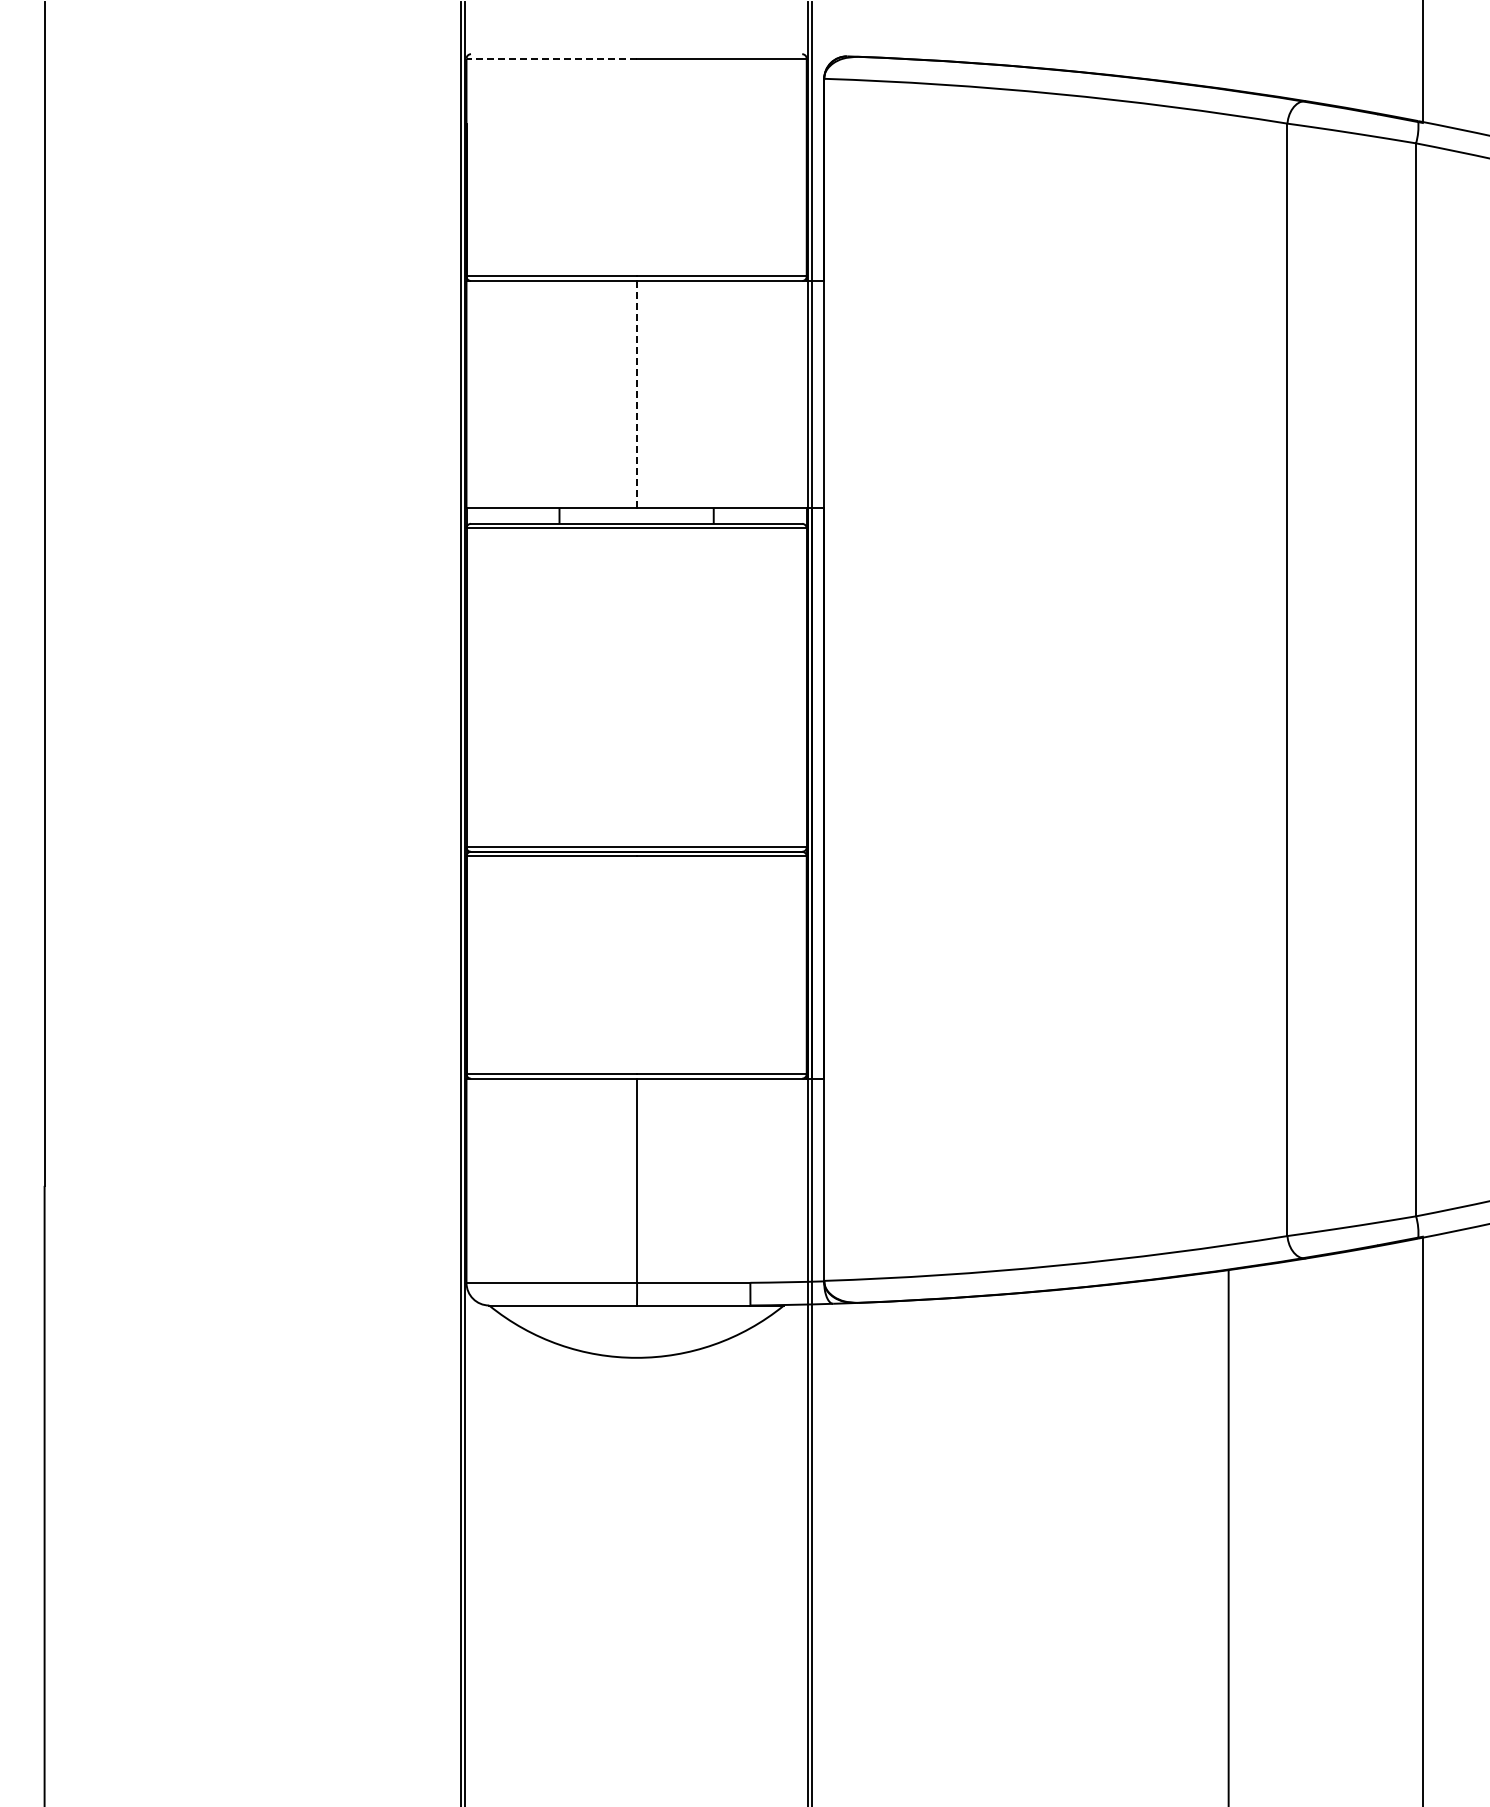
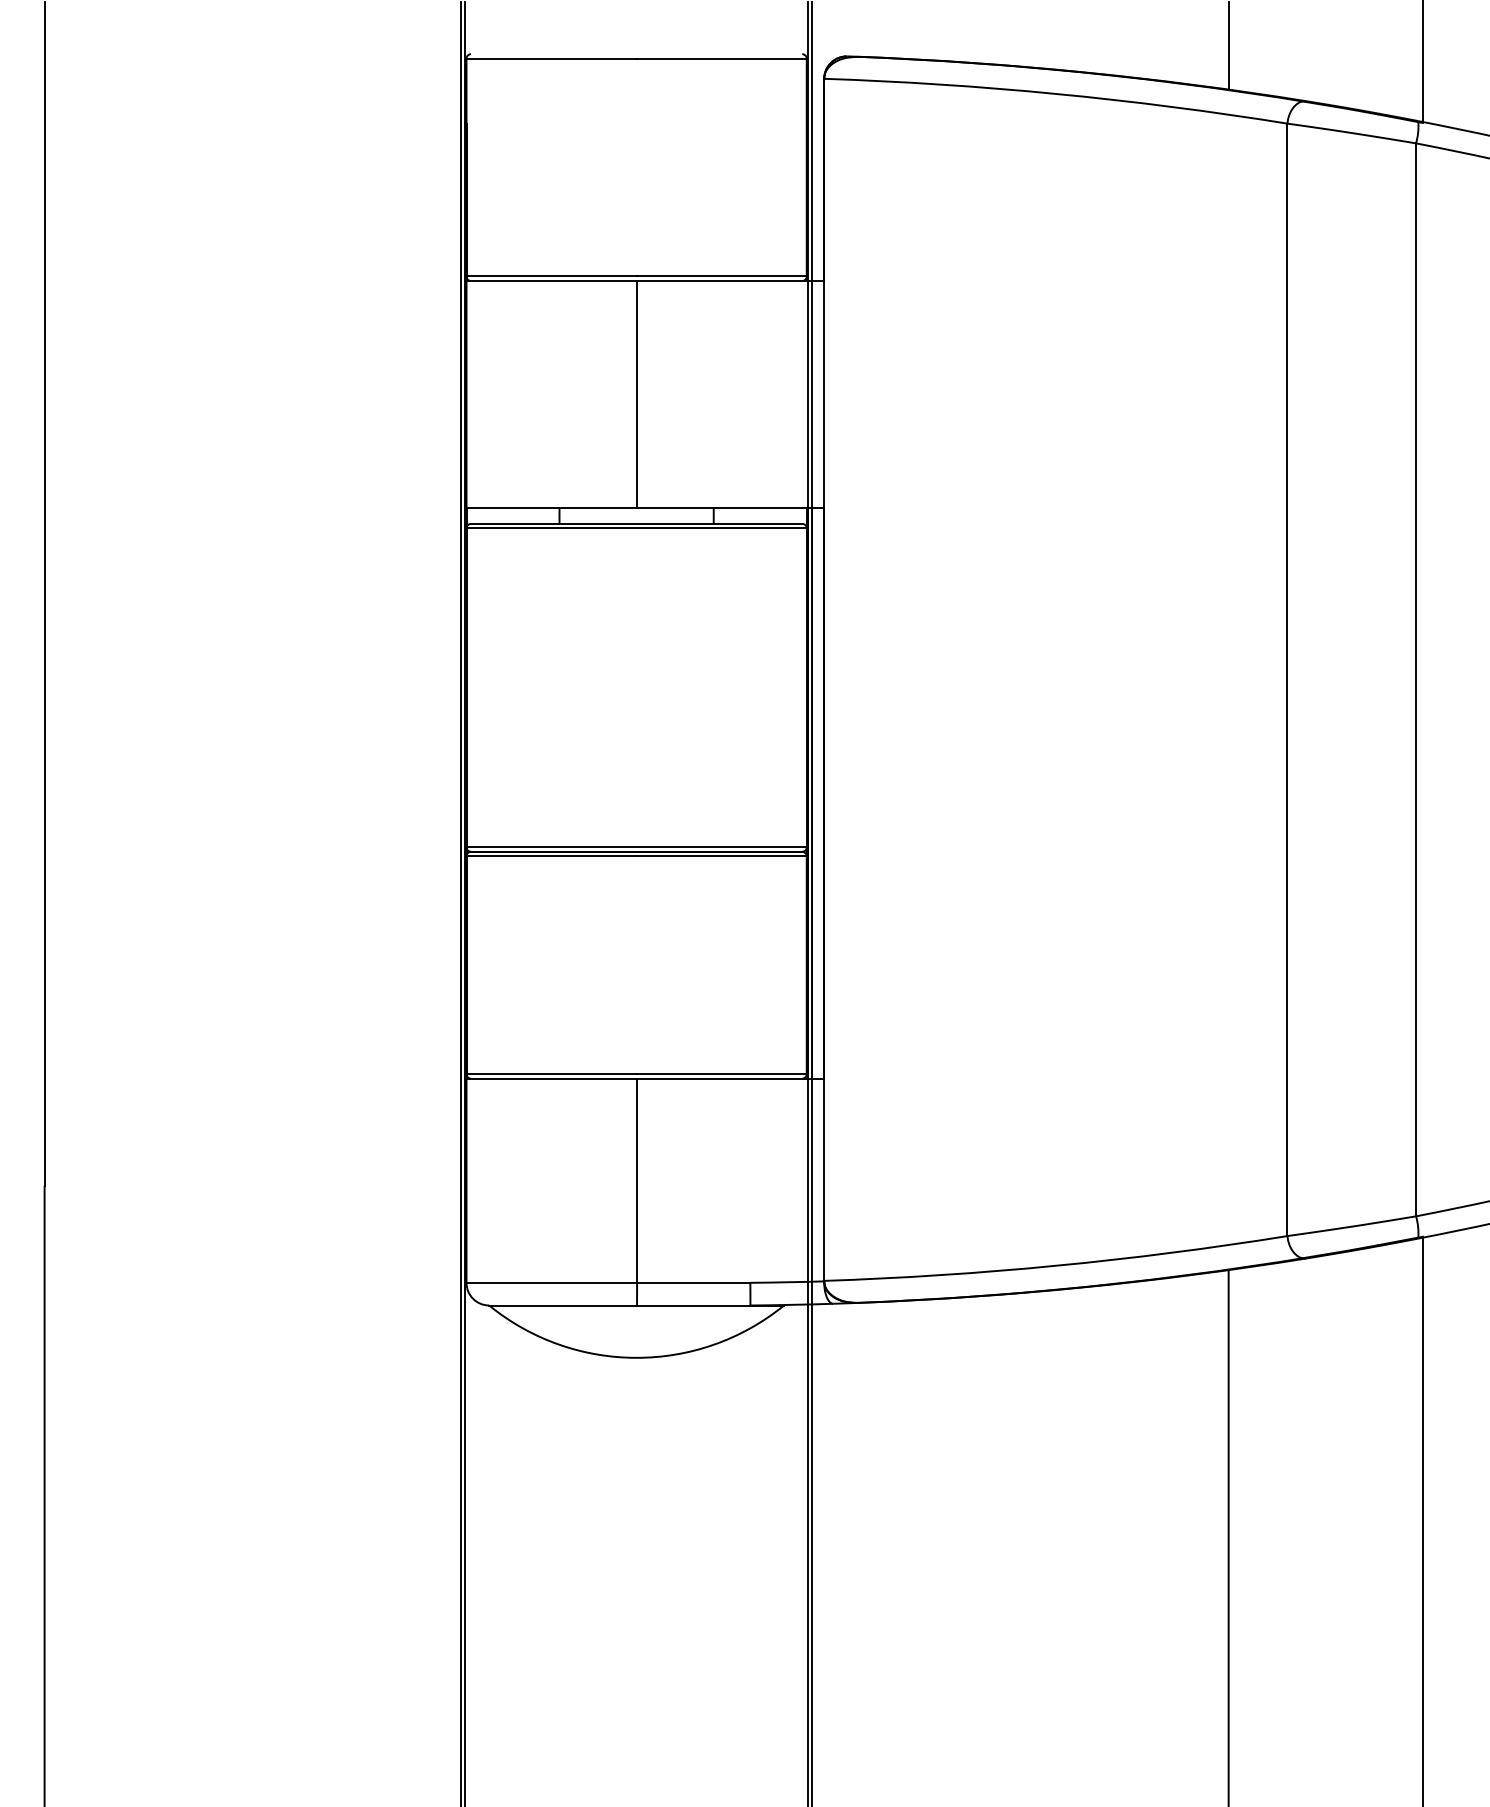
line at (1228, 46): none -> present
line at (551, 58): dashed -> solid
line at (637, 394): dashed -> solid
